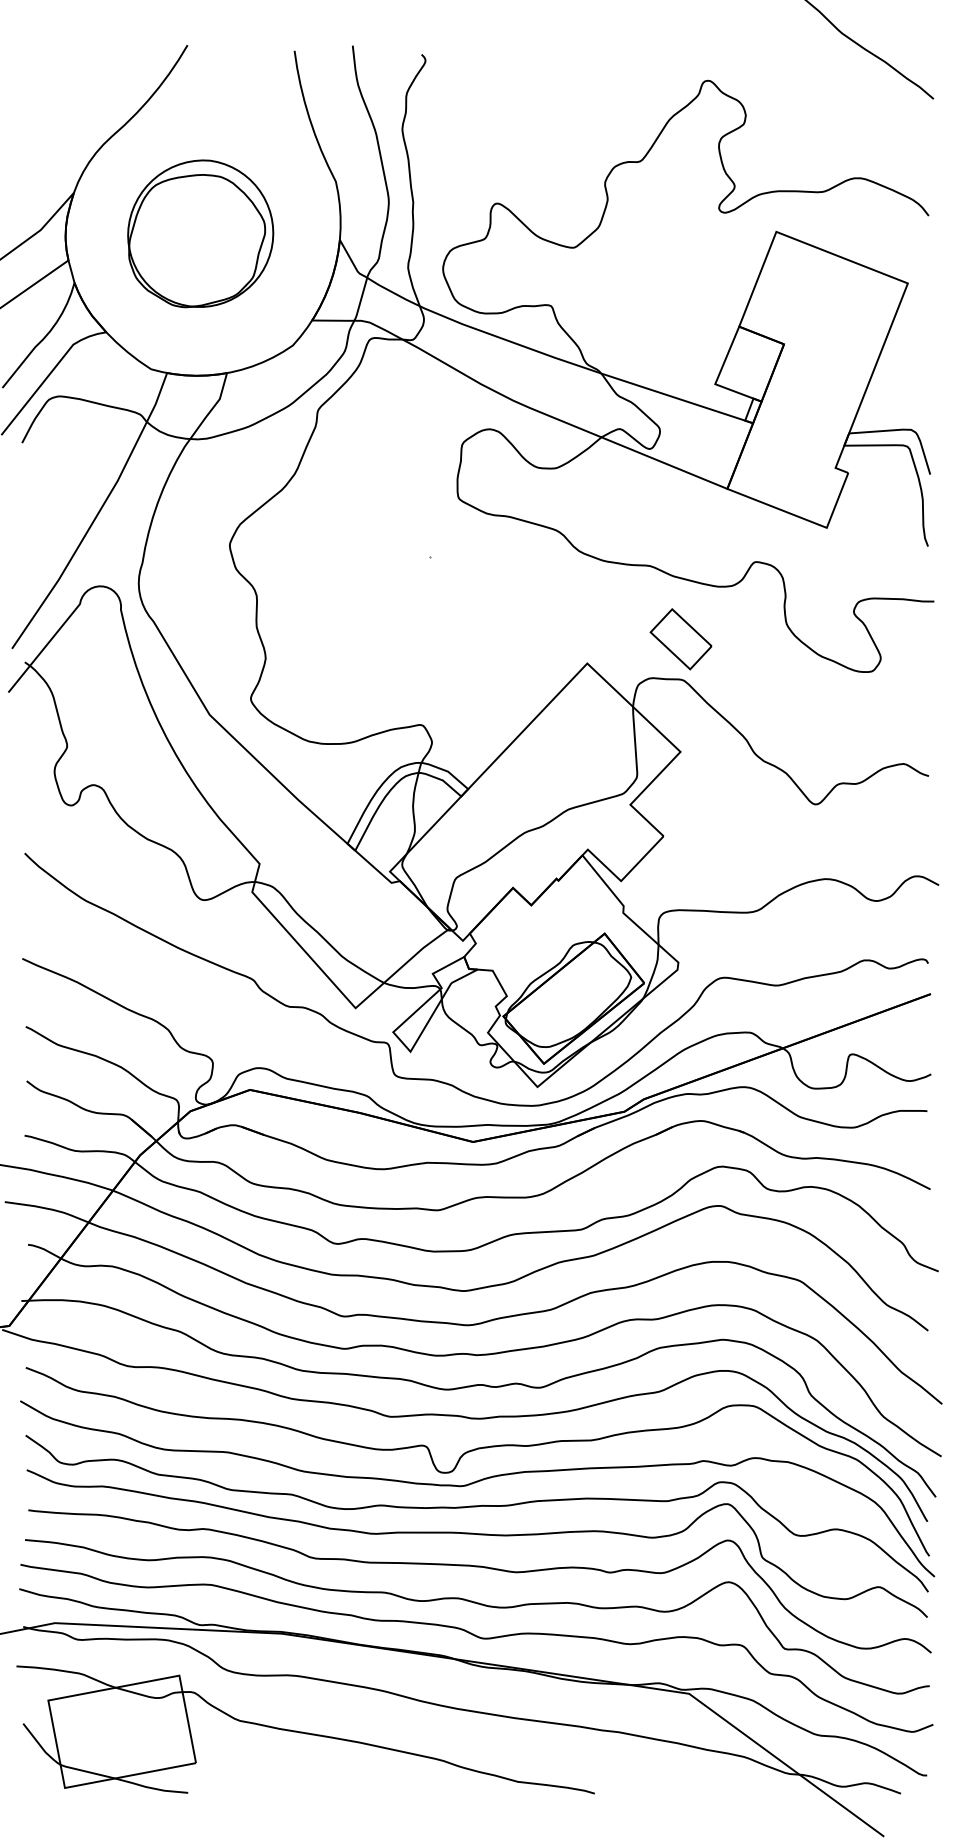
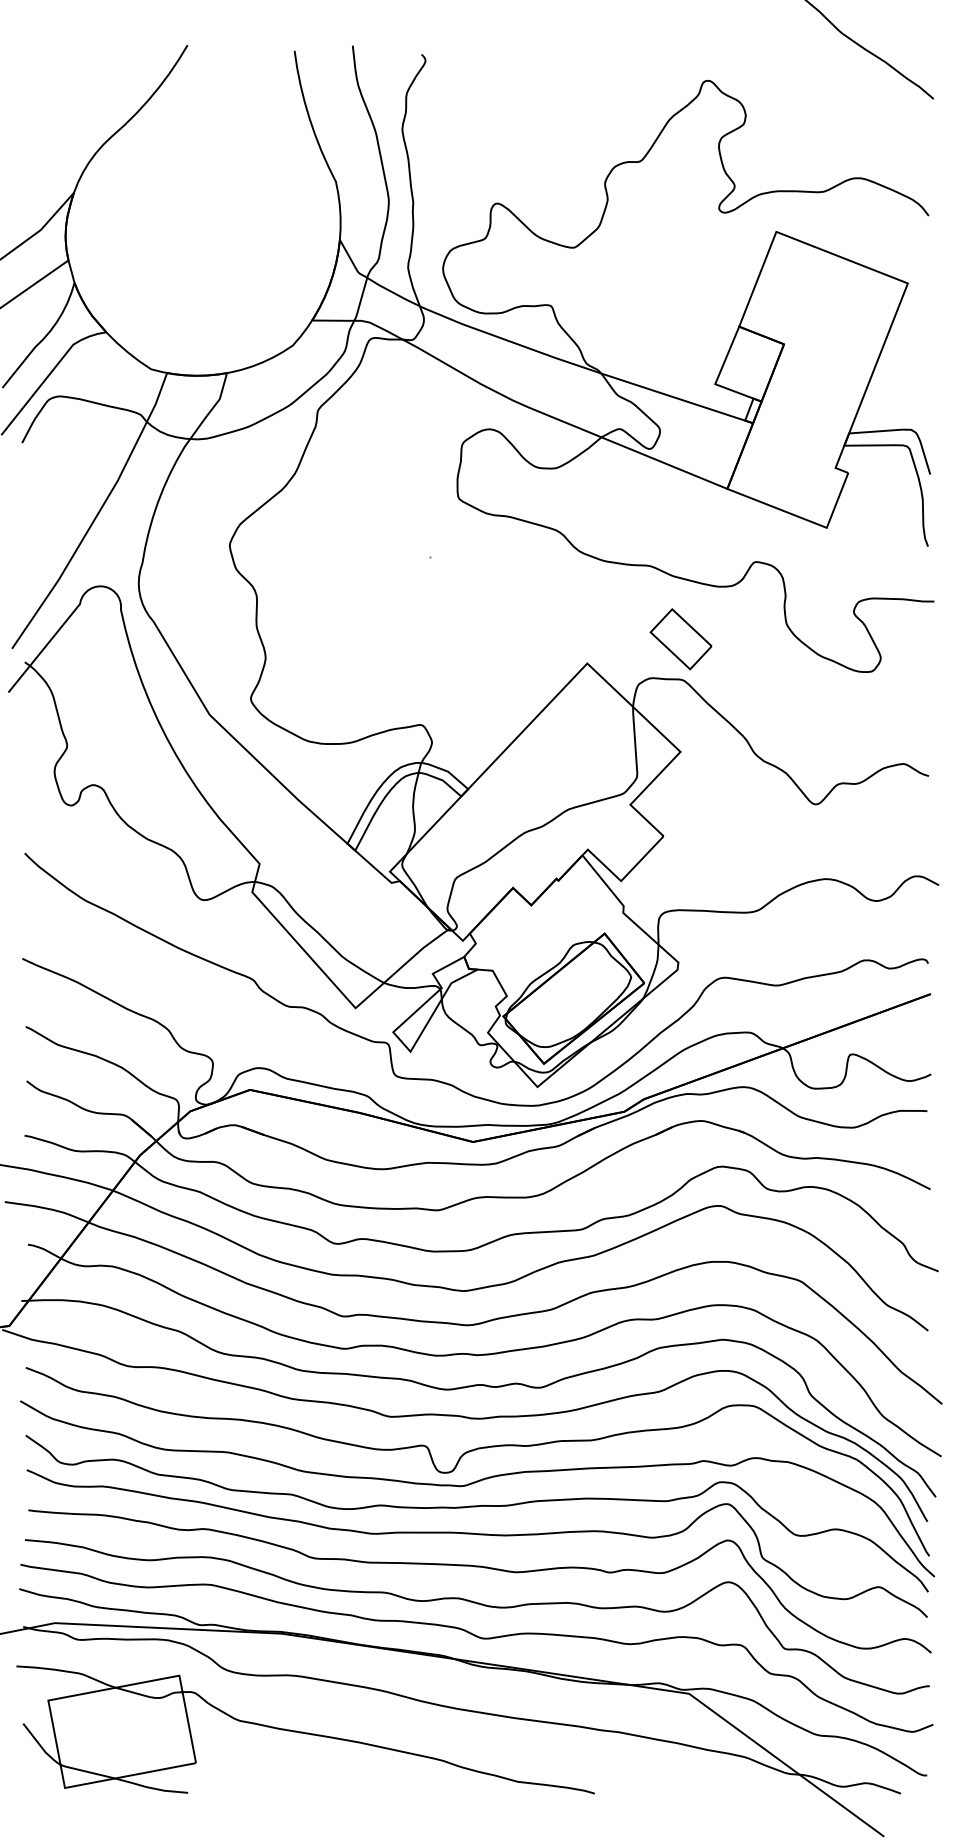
part at (200, 233): present -> none
